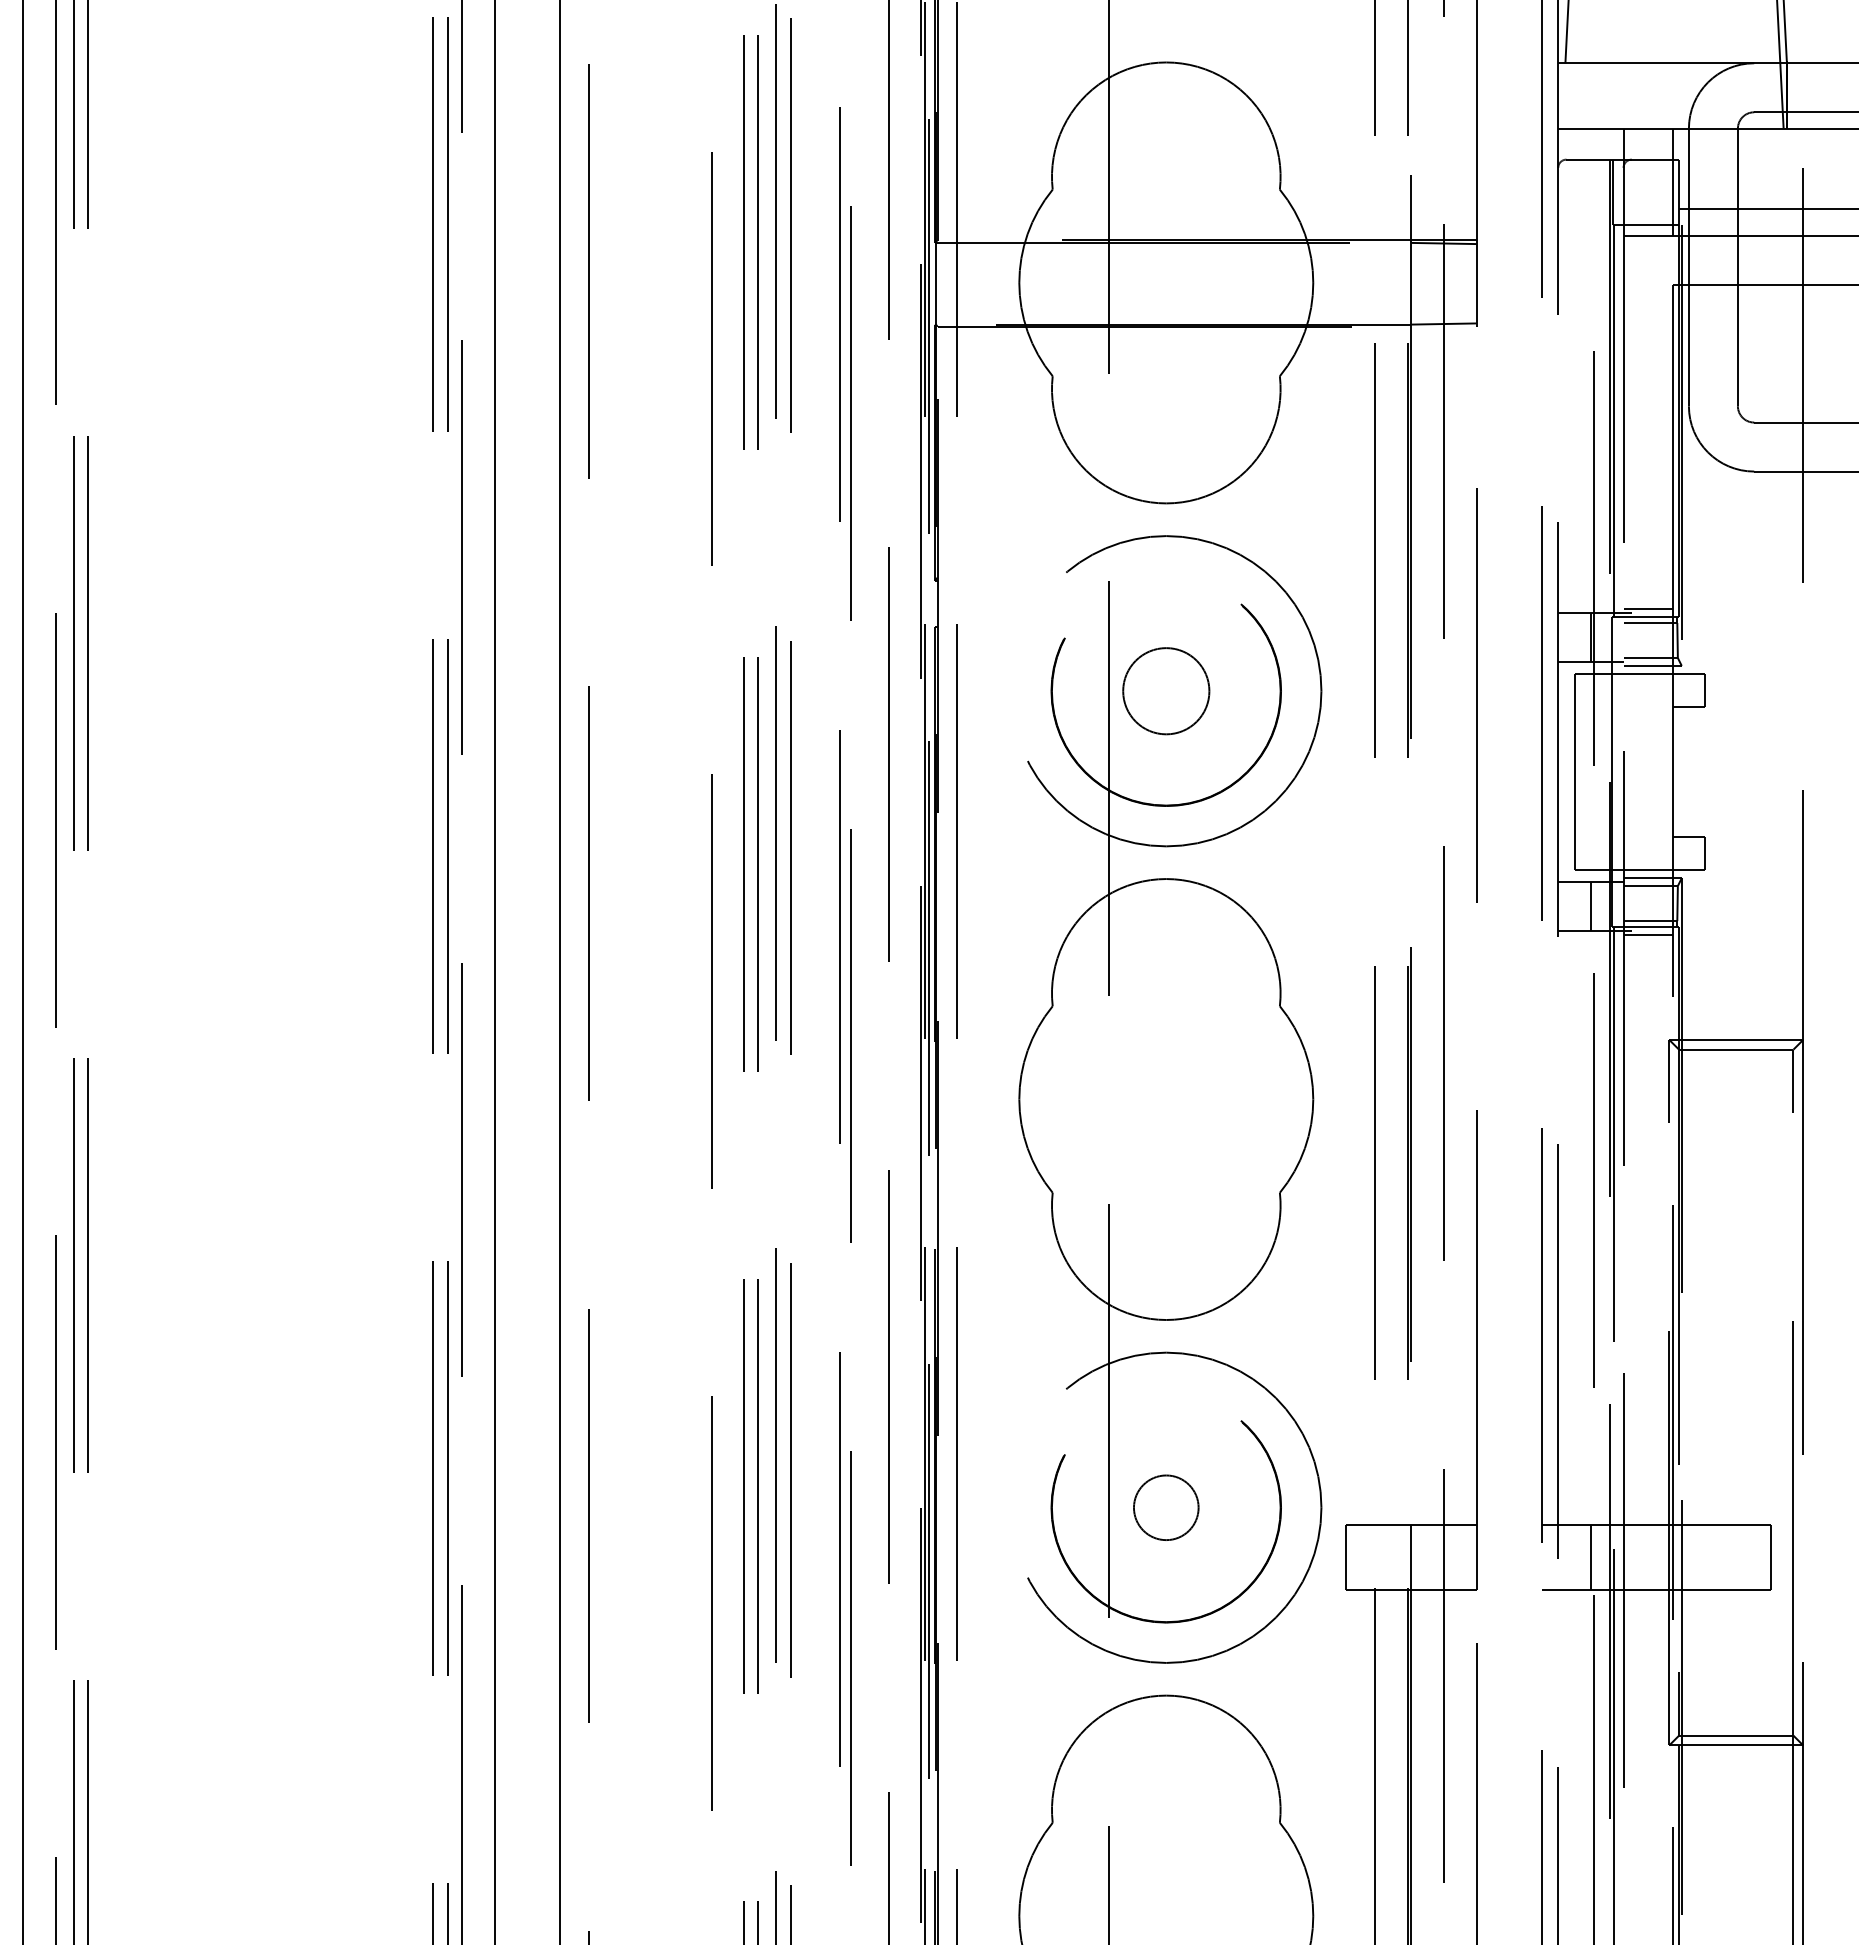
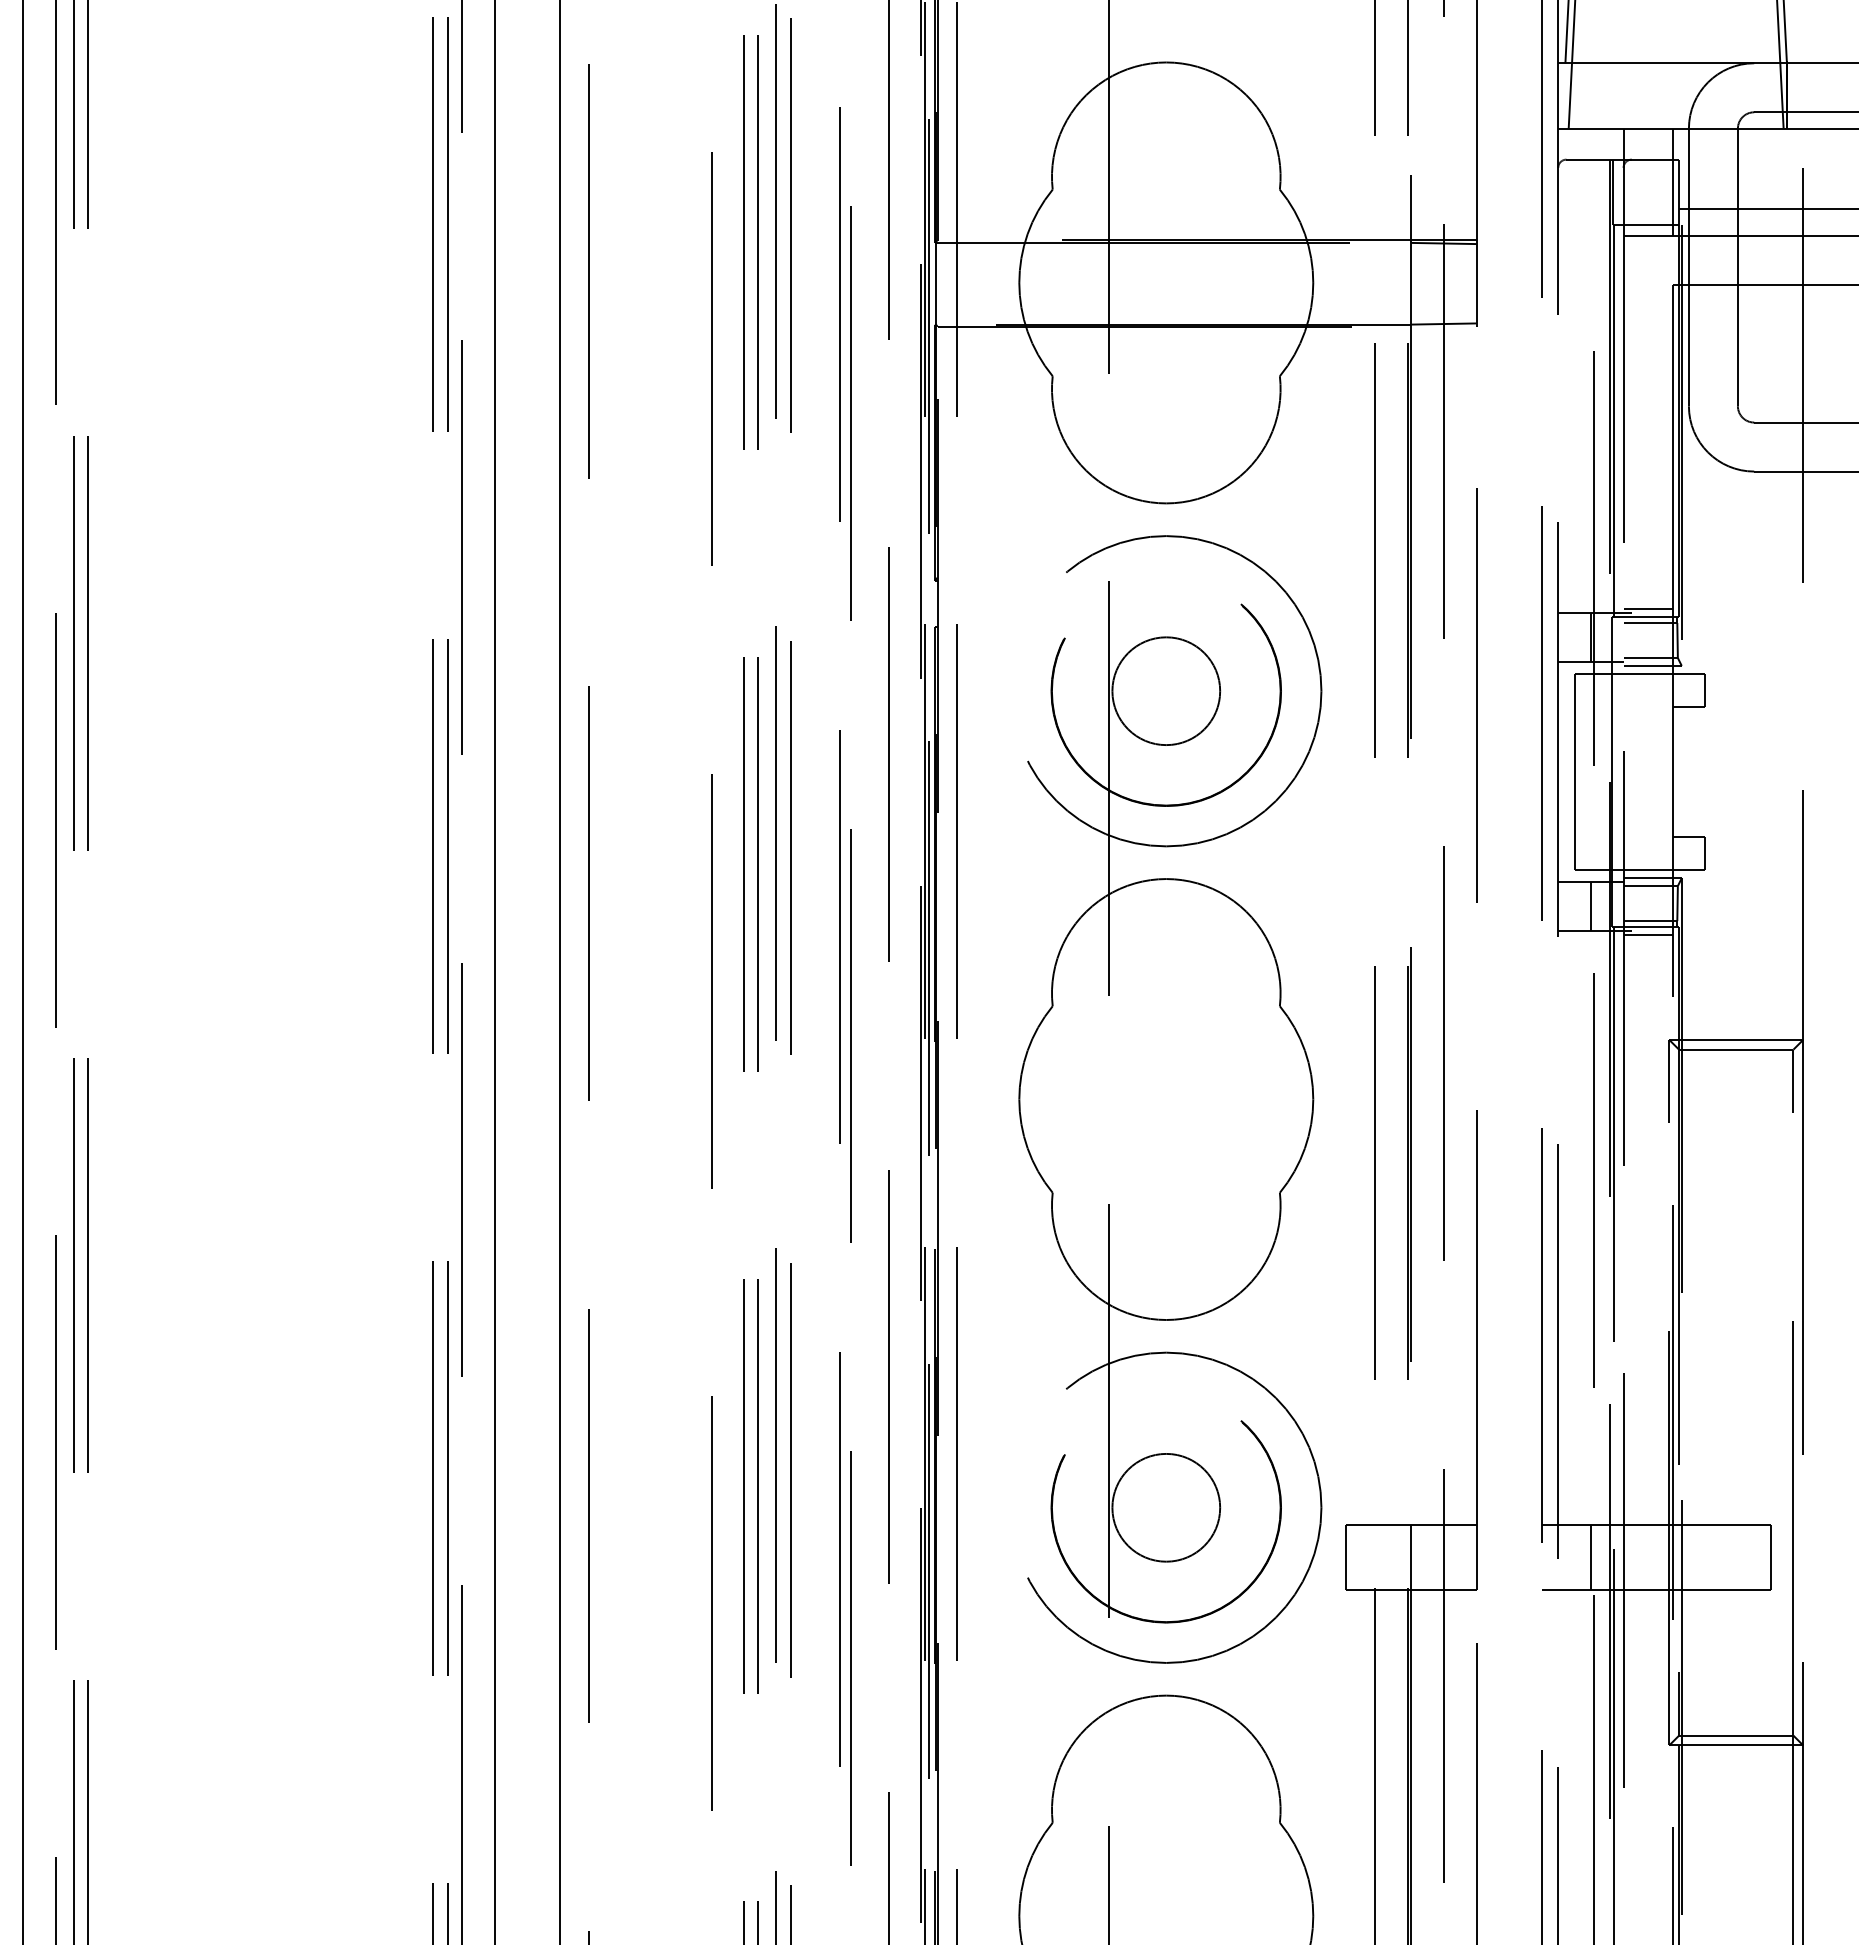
line at (1571, 65): none -> present
circle at (1166, 691) diameter: 86 px -> 108 px
circle at (1165, 1507) diameter: 65 px -> 108 px
